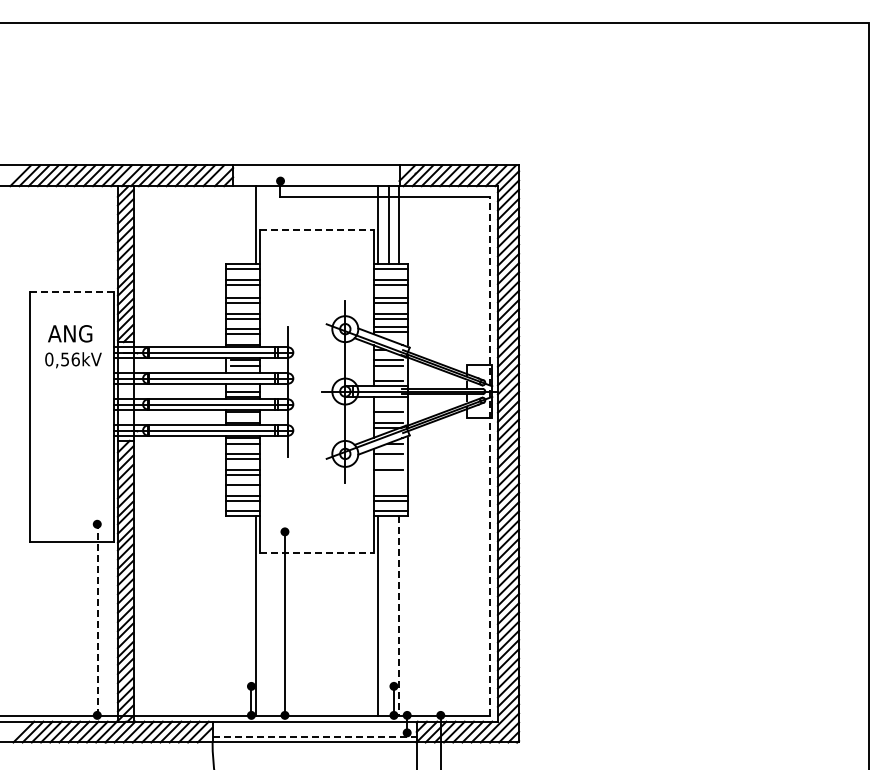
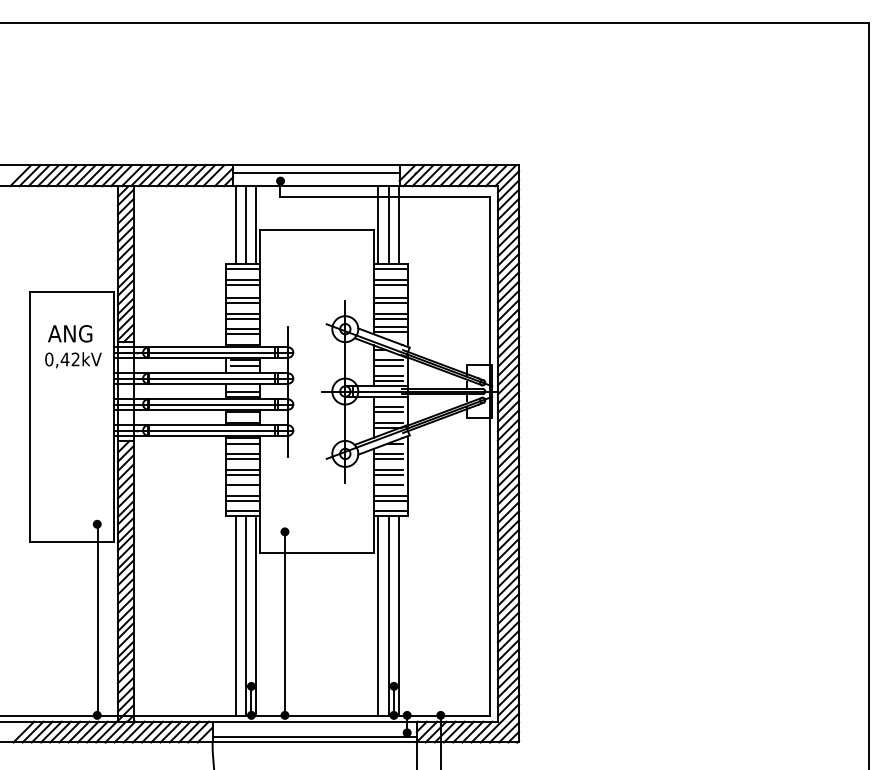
line at (316, 173): none -> present
line at (235, 225): none -> present
line at (246, 225): none -> present
line at (317, 230): dashed -> solid
line at (71, 291): dashed -> solid
text at (69, 359): 0,56kV -> 0,42kV
line at (387, 375): none -> present
line at (387, 407): none -> present
line at (490, 456): dashed -> solid
line at (387, 458): none -> present
line at (387, 474): none -> present
line at (387, 485): none -> present
line at (317, 552): dashed -> solid
line at (235, 616): none -> present
line at (246, 616): none -> present
line at (388, 616): none -> present
line at (398, 616): dashed -> solid
line at (97, 619): dashed -> solid
line at (315, 737): dashed -> solid
